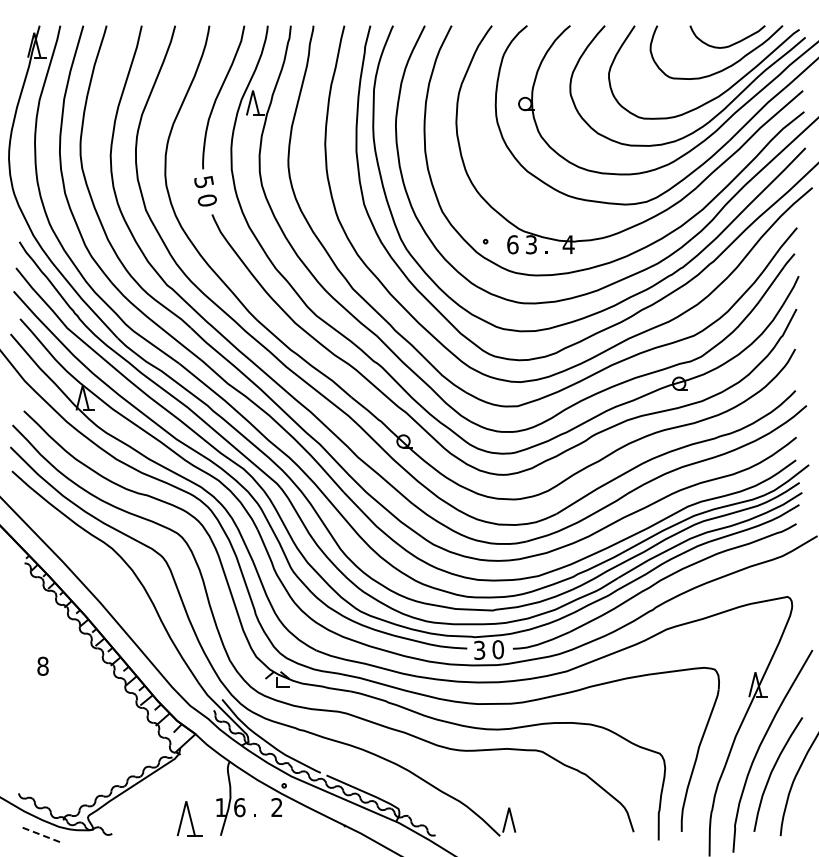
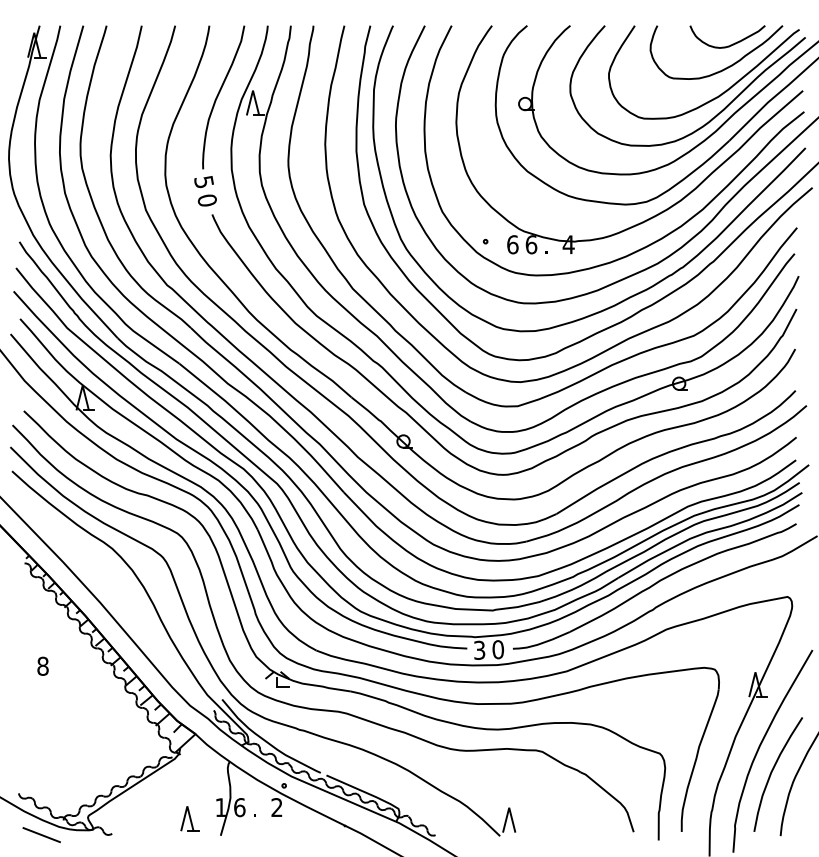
text at (531, 244): 3 -> 6
part at (189, 818) size: 27x36 px -> 20x26 px
line at (42, 835): dashed -> solid
